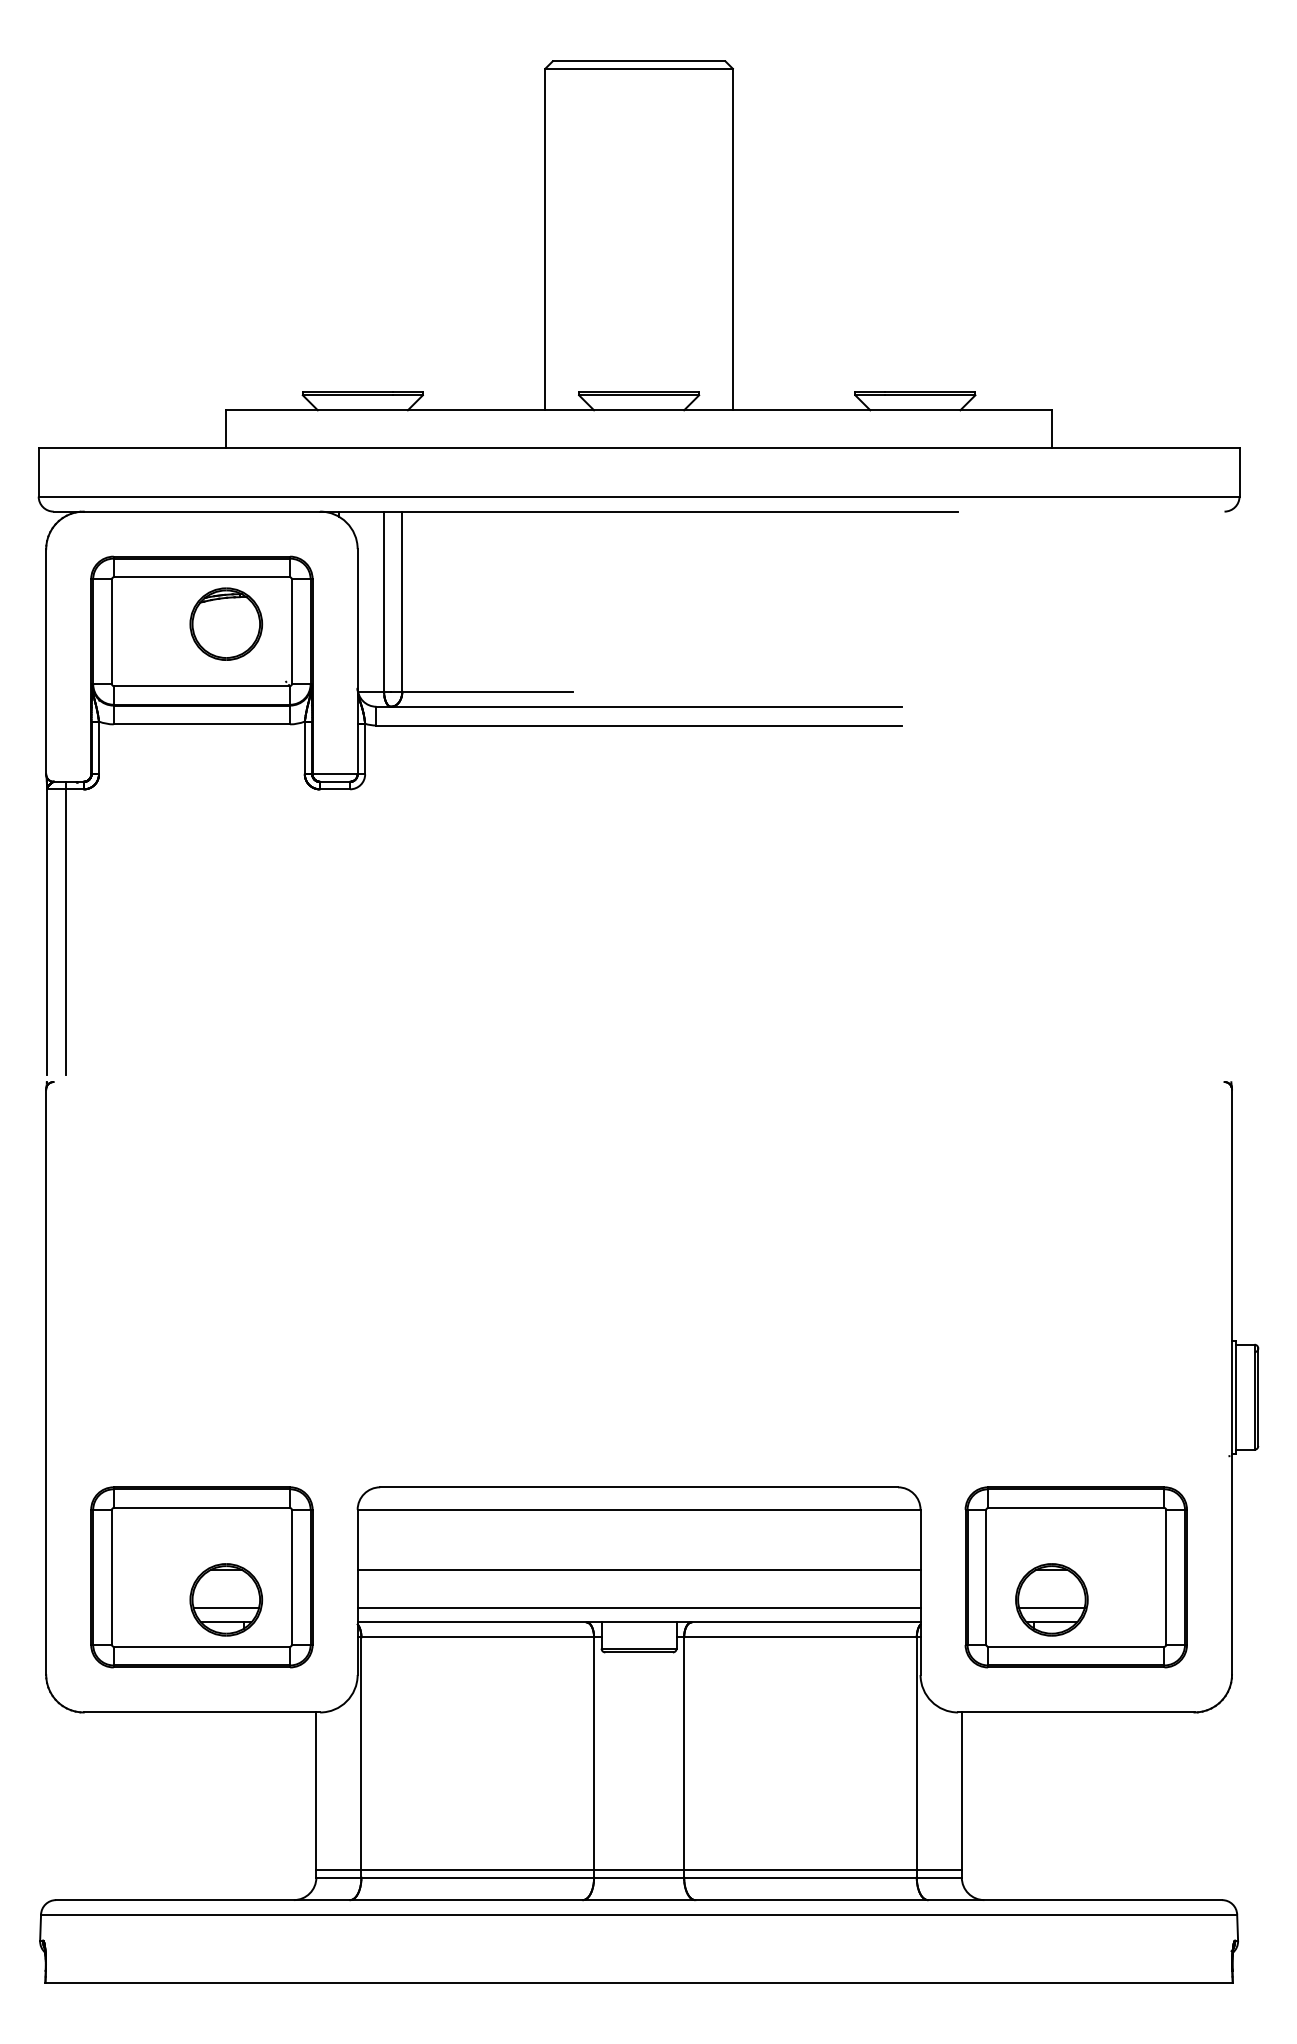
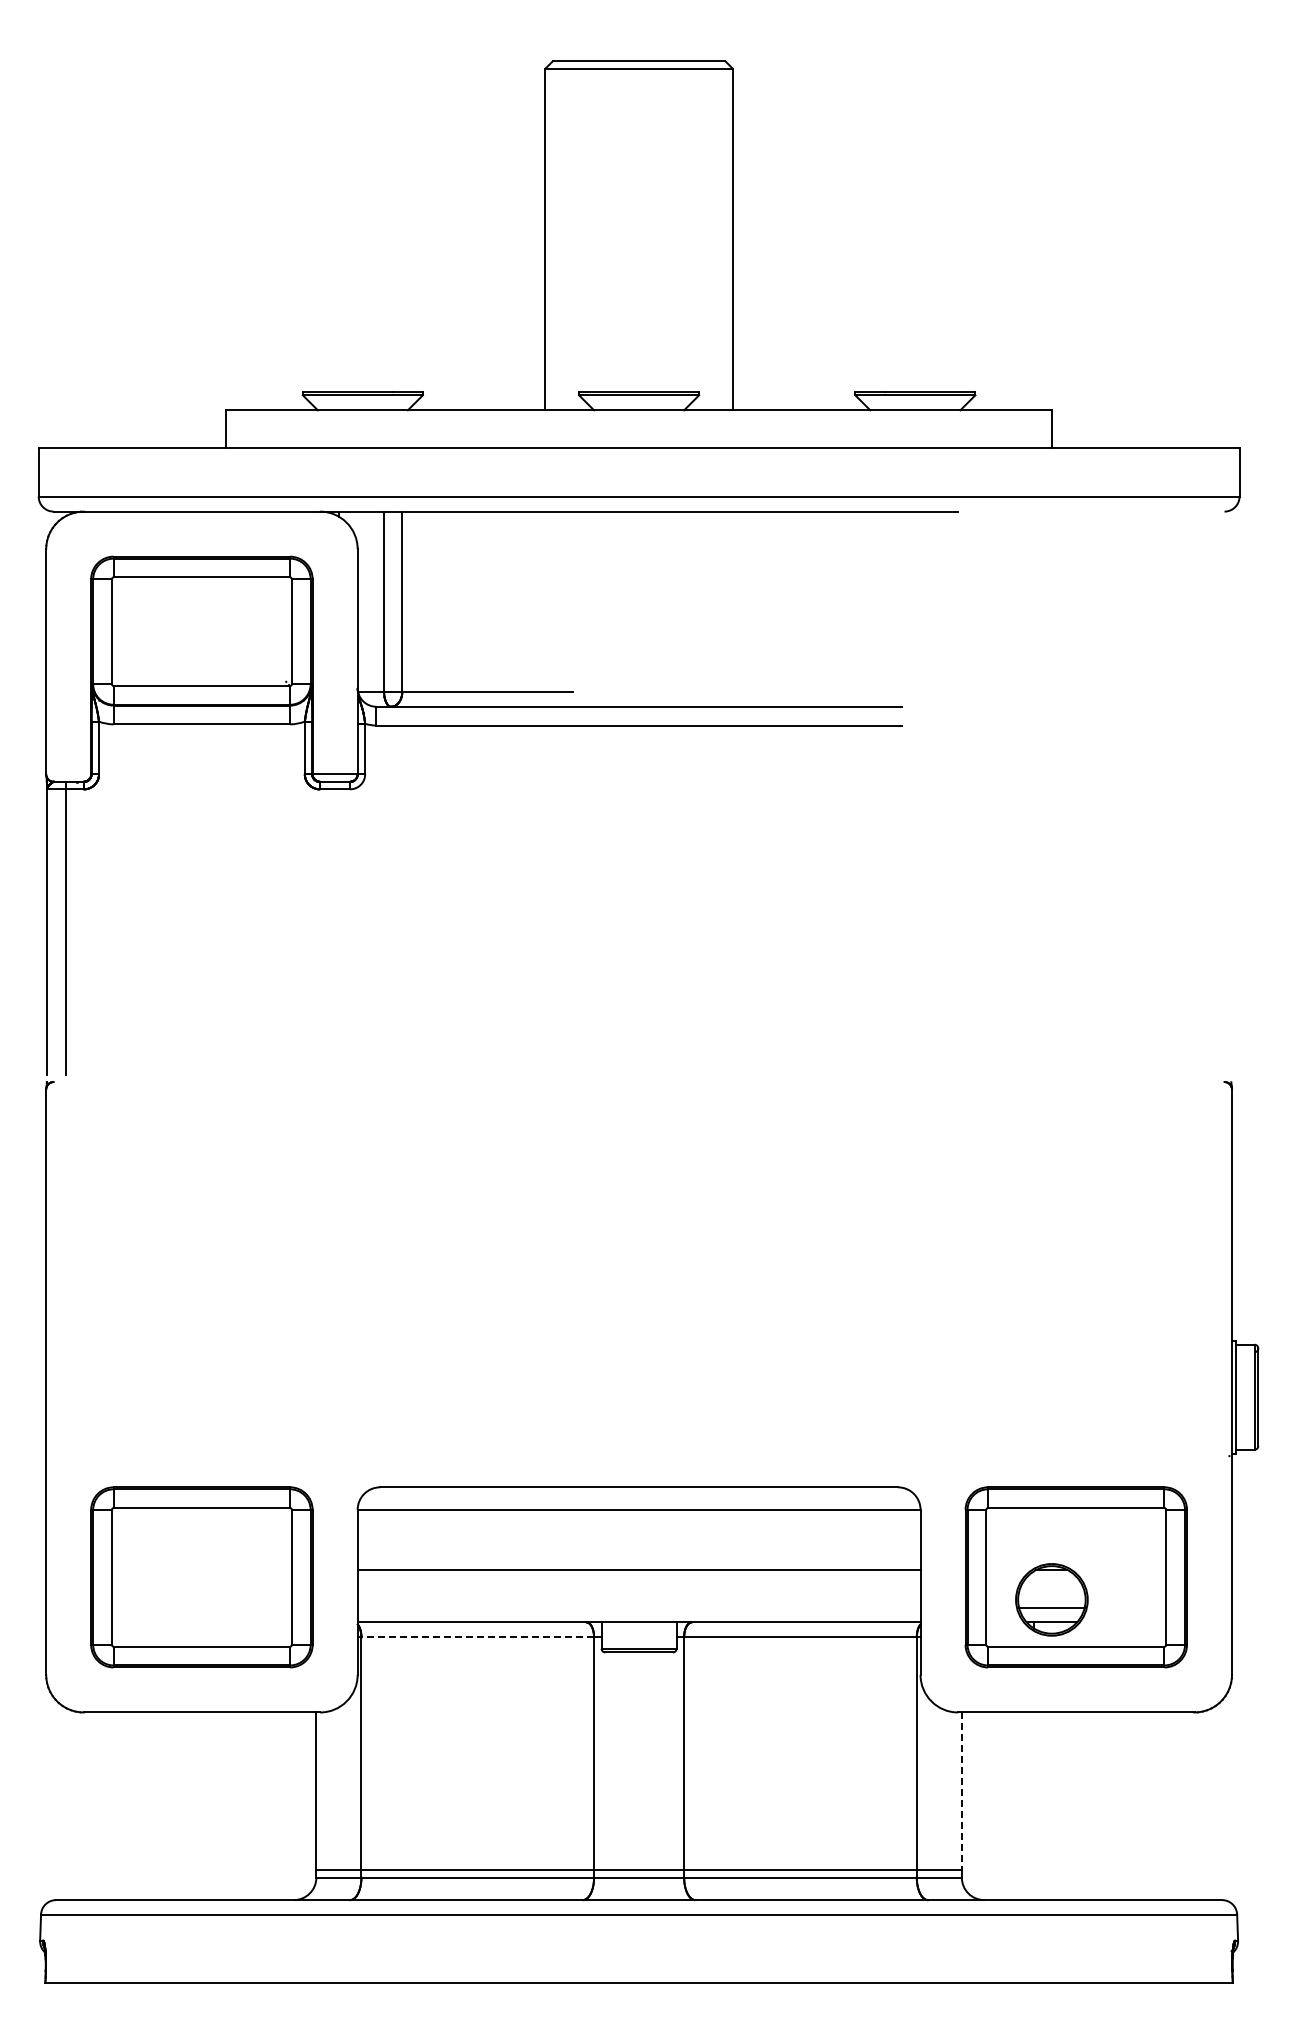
part at (226, 623): present -> none
part at (226, 1599): present -> none
line at (638, 1607): present -> none
line at (477, 1637): solid -> dashed
line at (961, 1791): solid -> dashed
